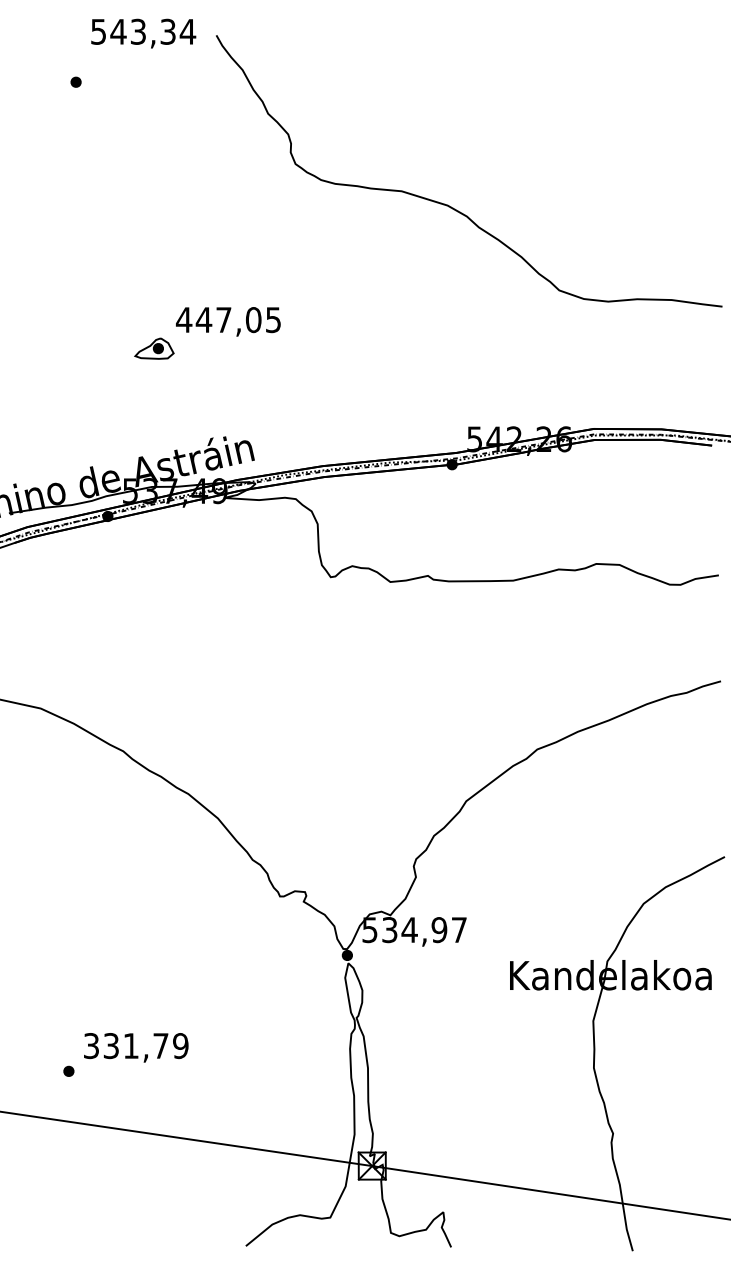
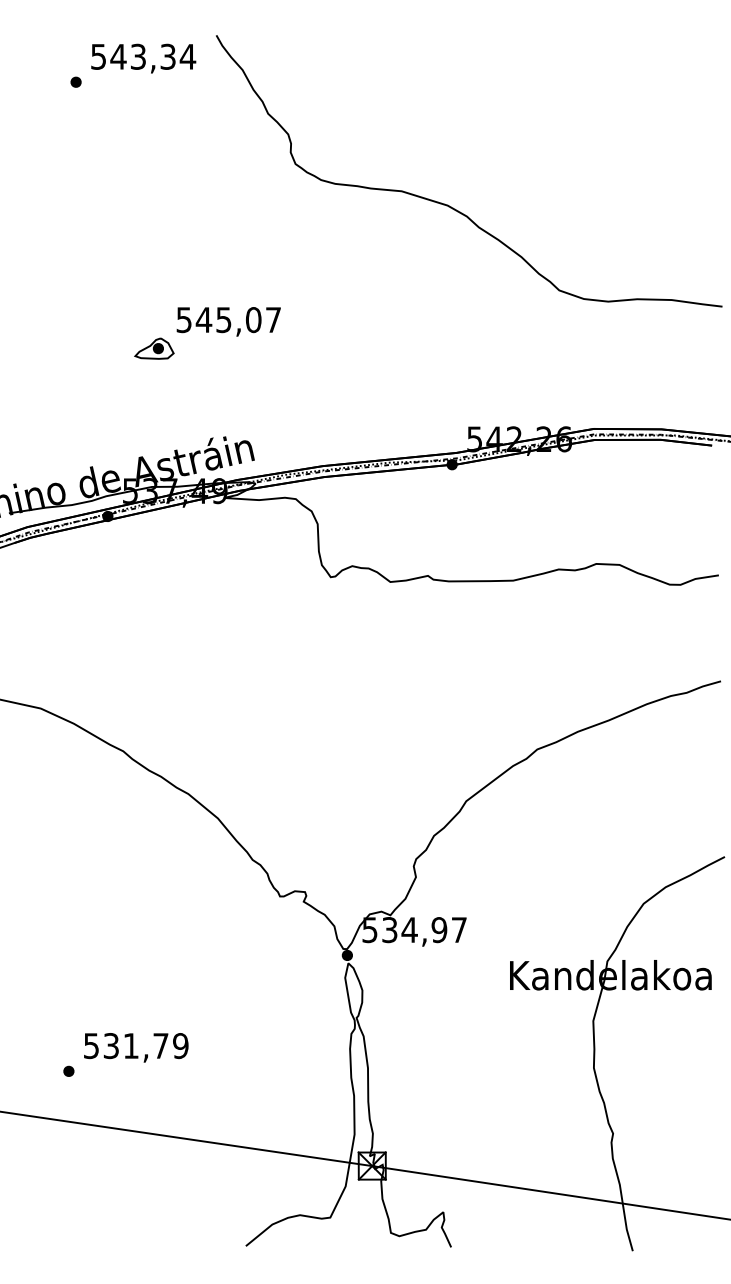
text at (143, 33) position: (143, 33) -> (143, 58)
text at (227, 320): 447,05 -> 545,07
text at (91, 1045): 331,79 -> 531,79
